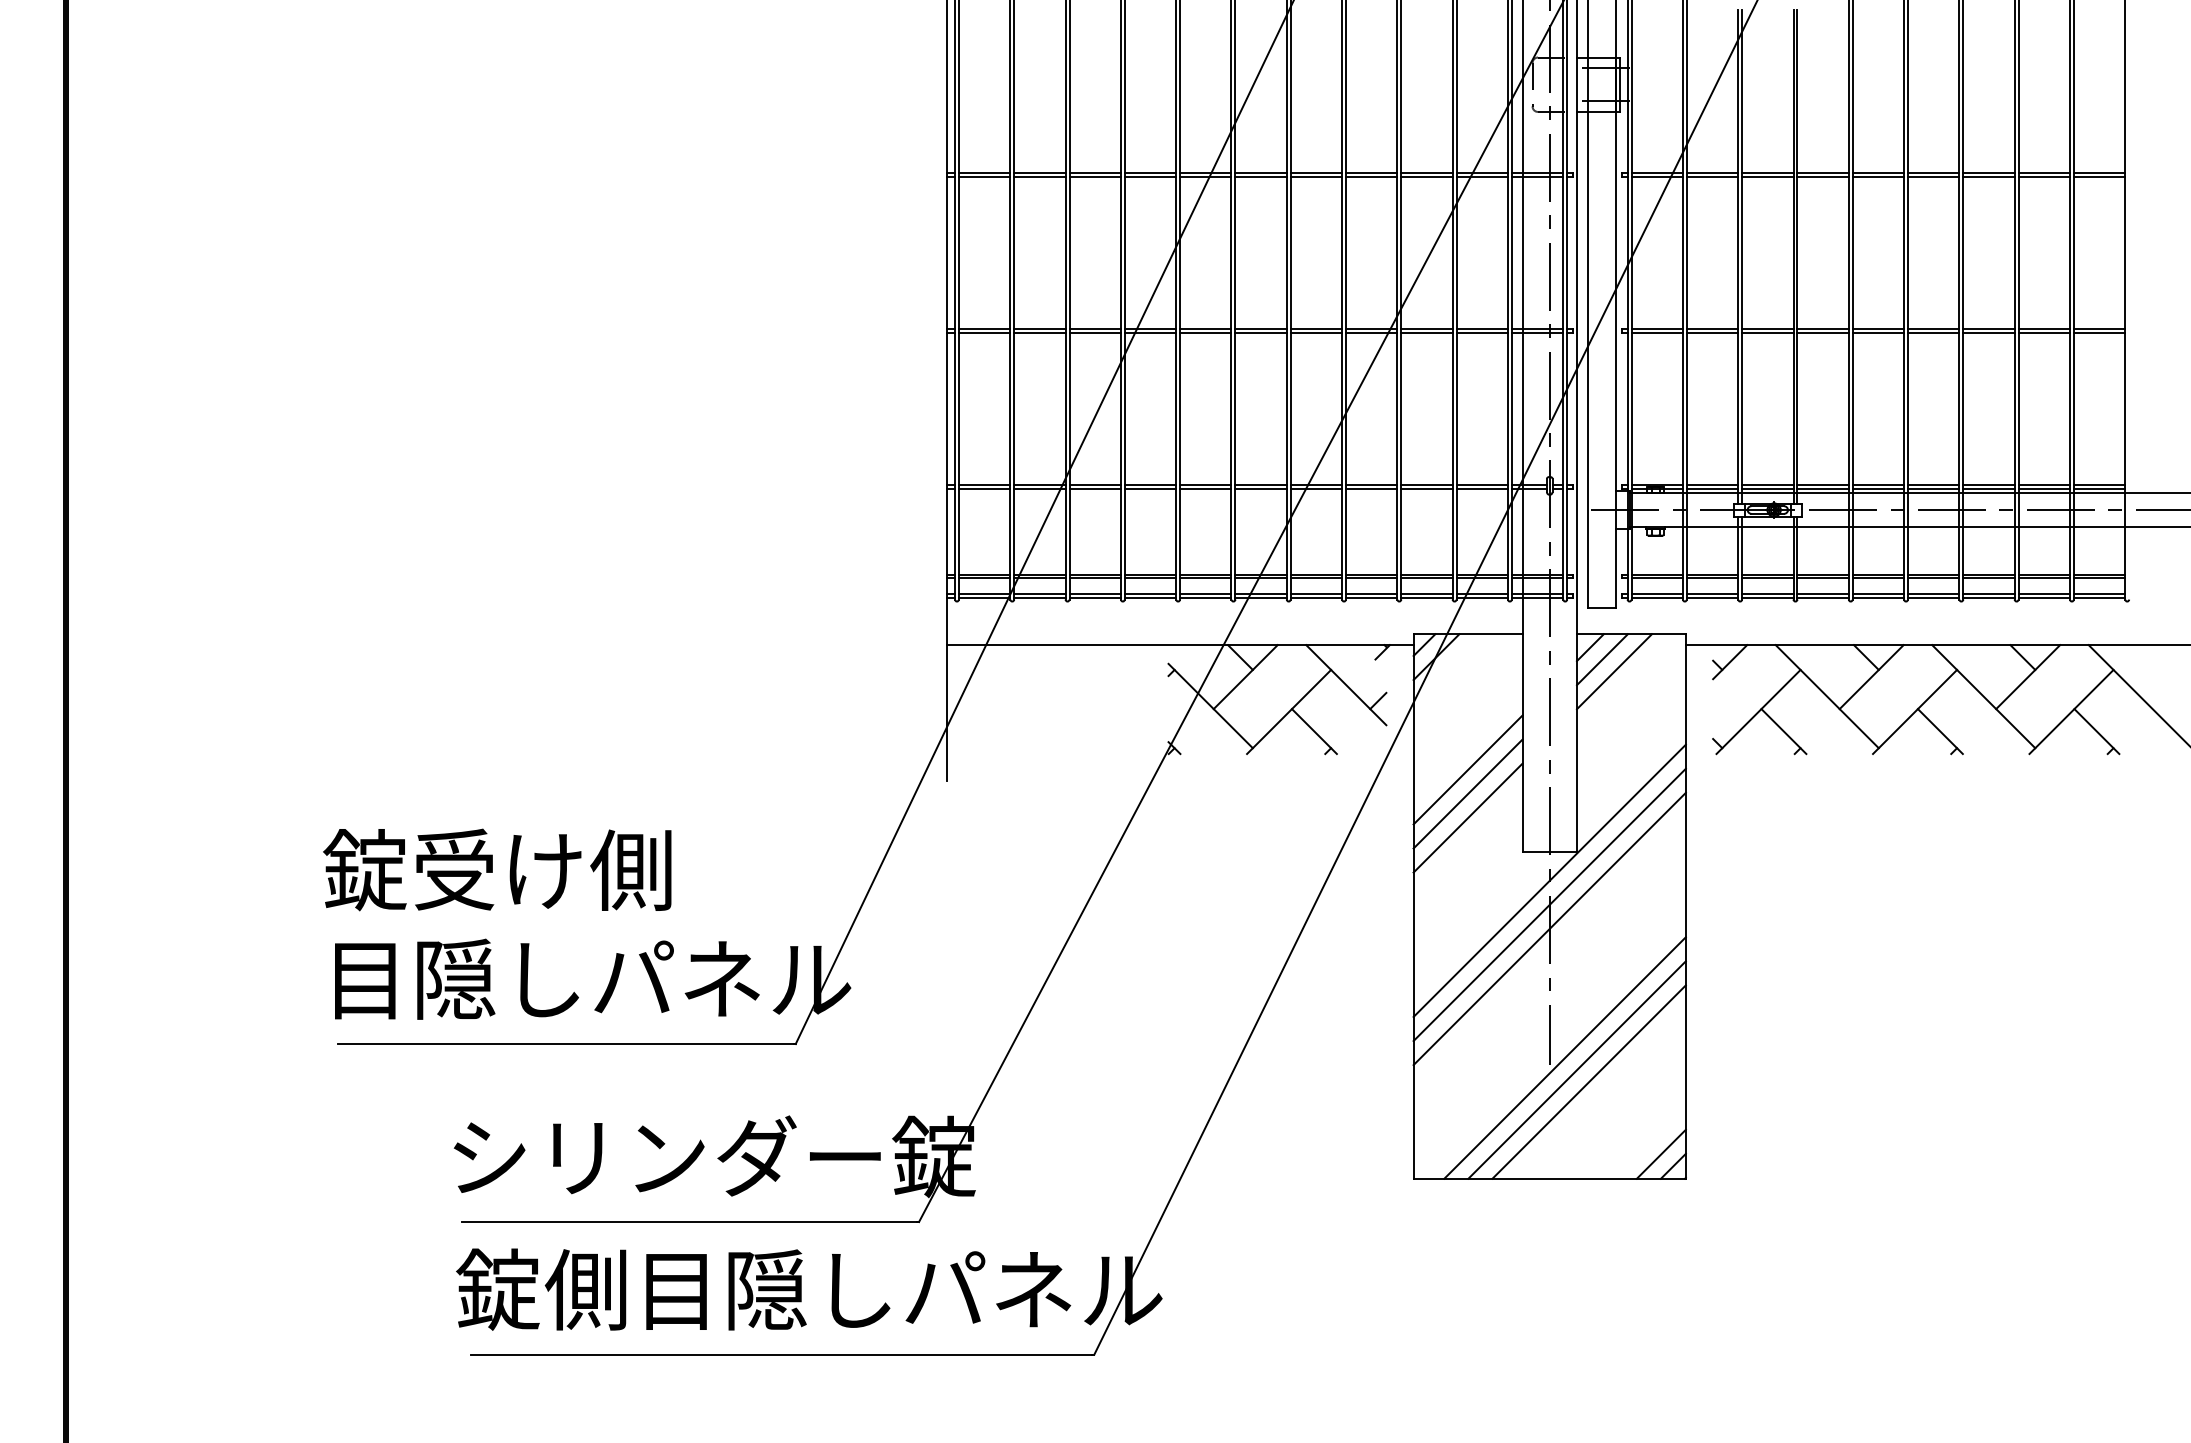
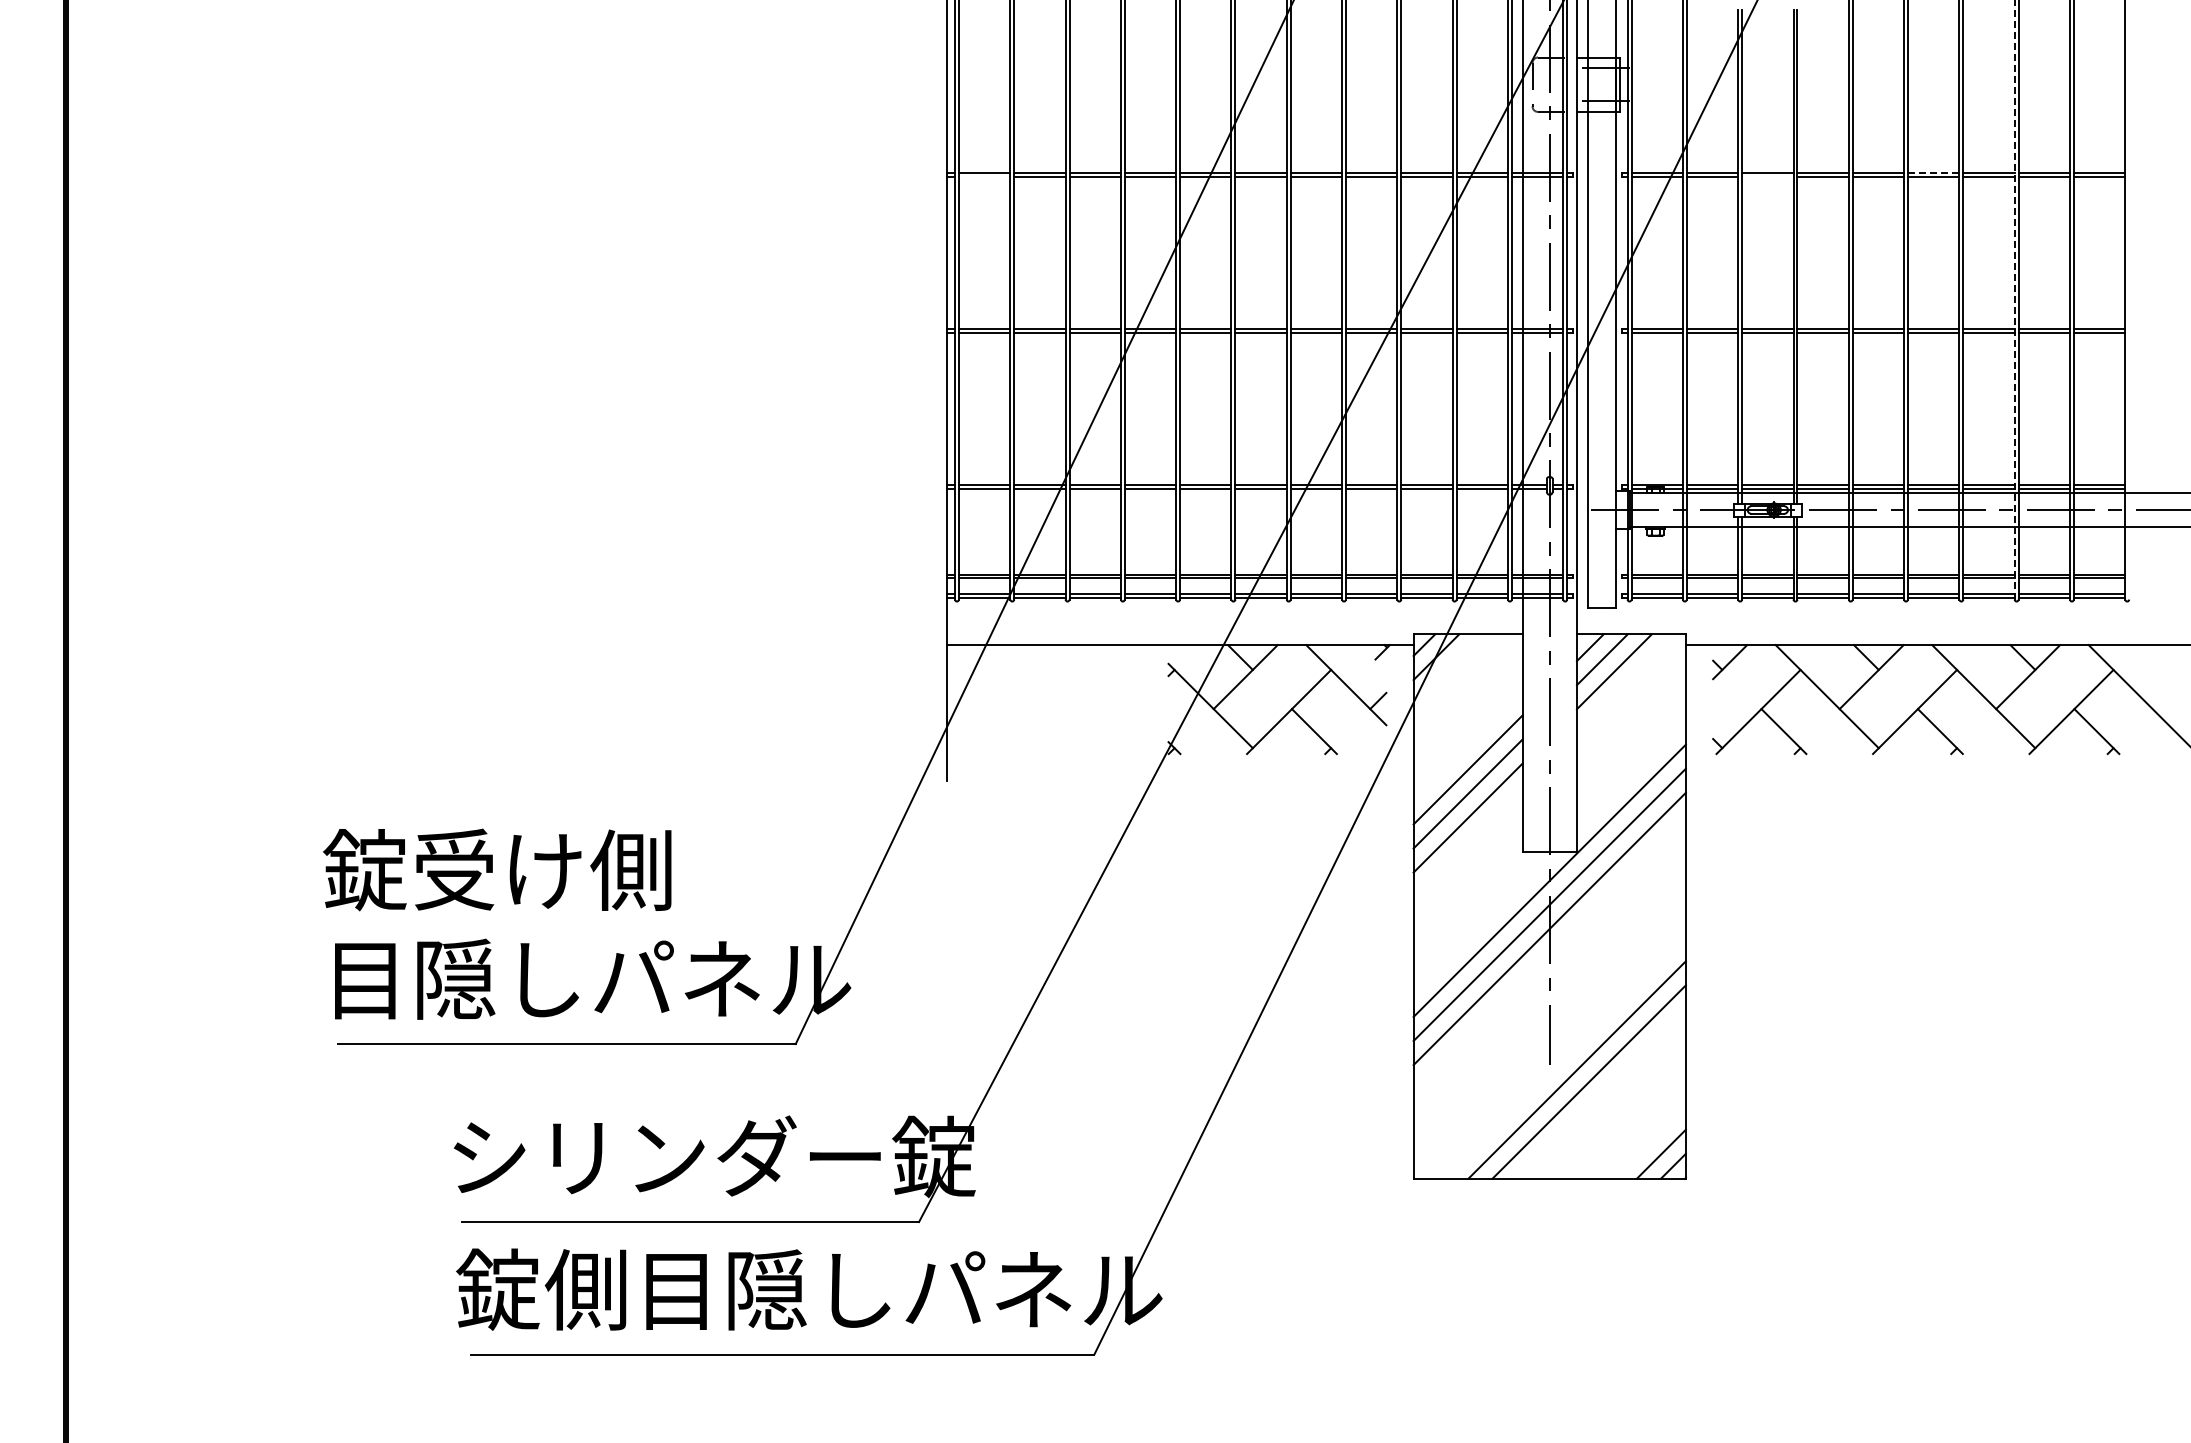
line at (1933, 172): solid -> dashed
line at (984, 176): present -> none
line at (1767, 176): present -> none
line at (2014, 299): solid -> dashed
line at (1564, 1057): present -> none
